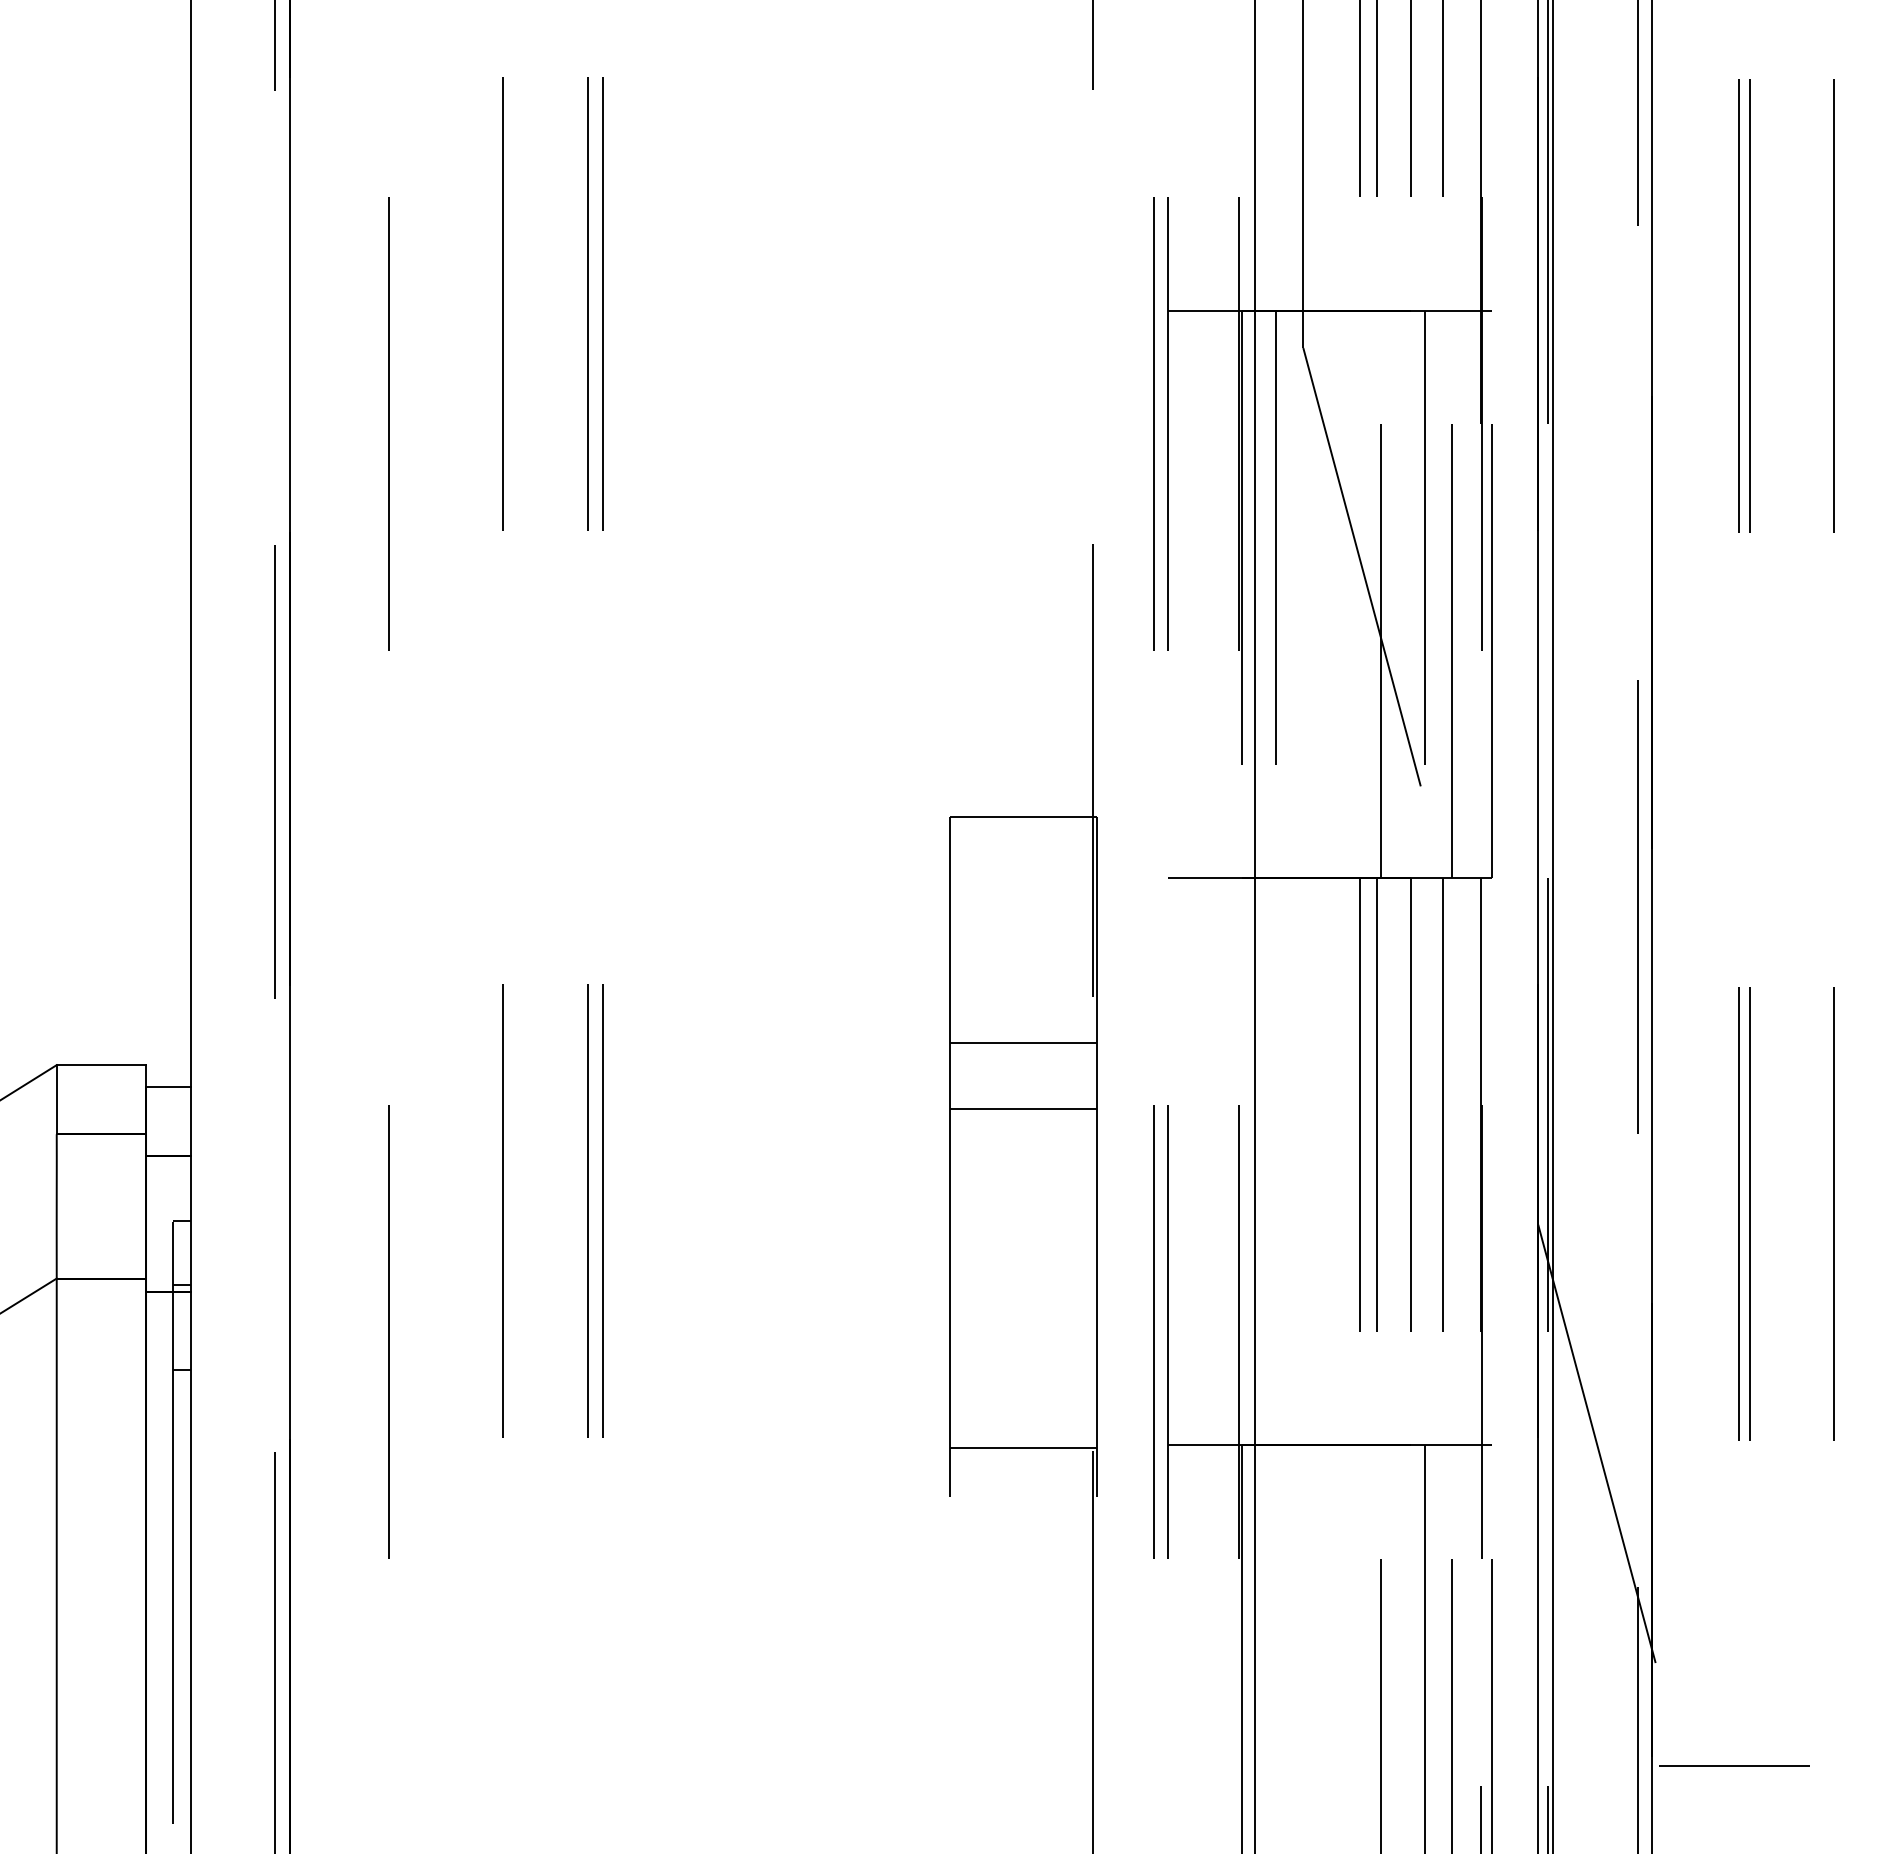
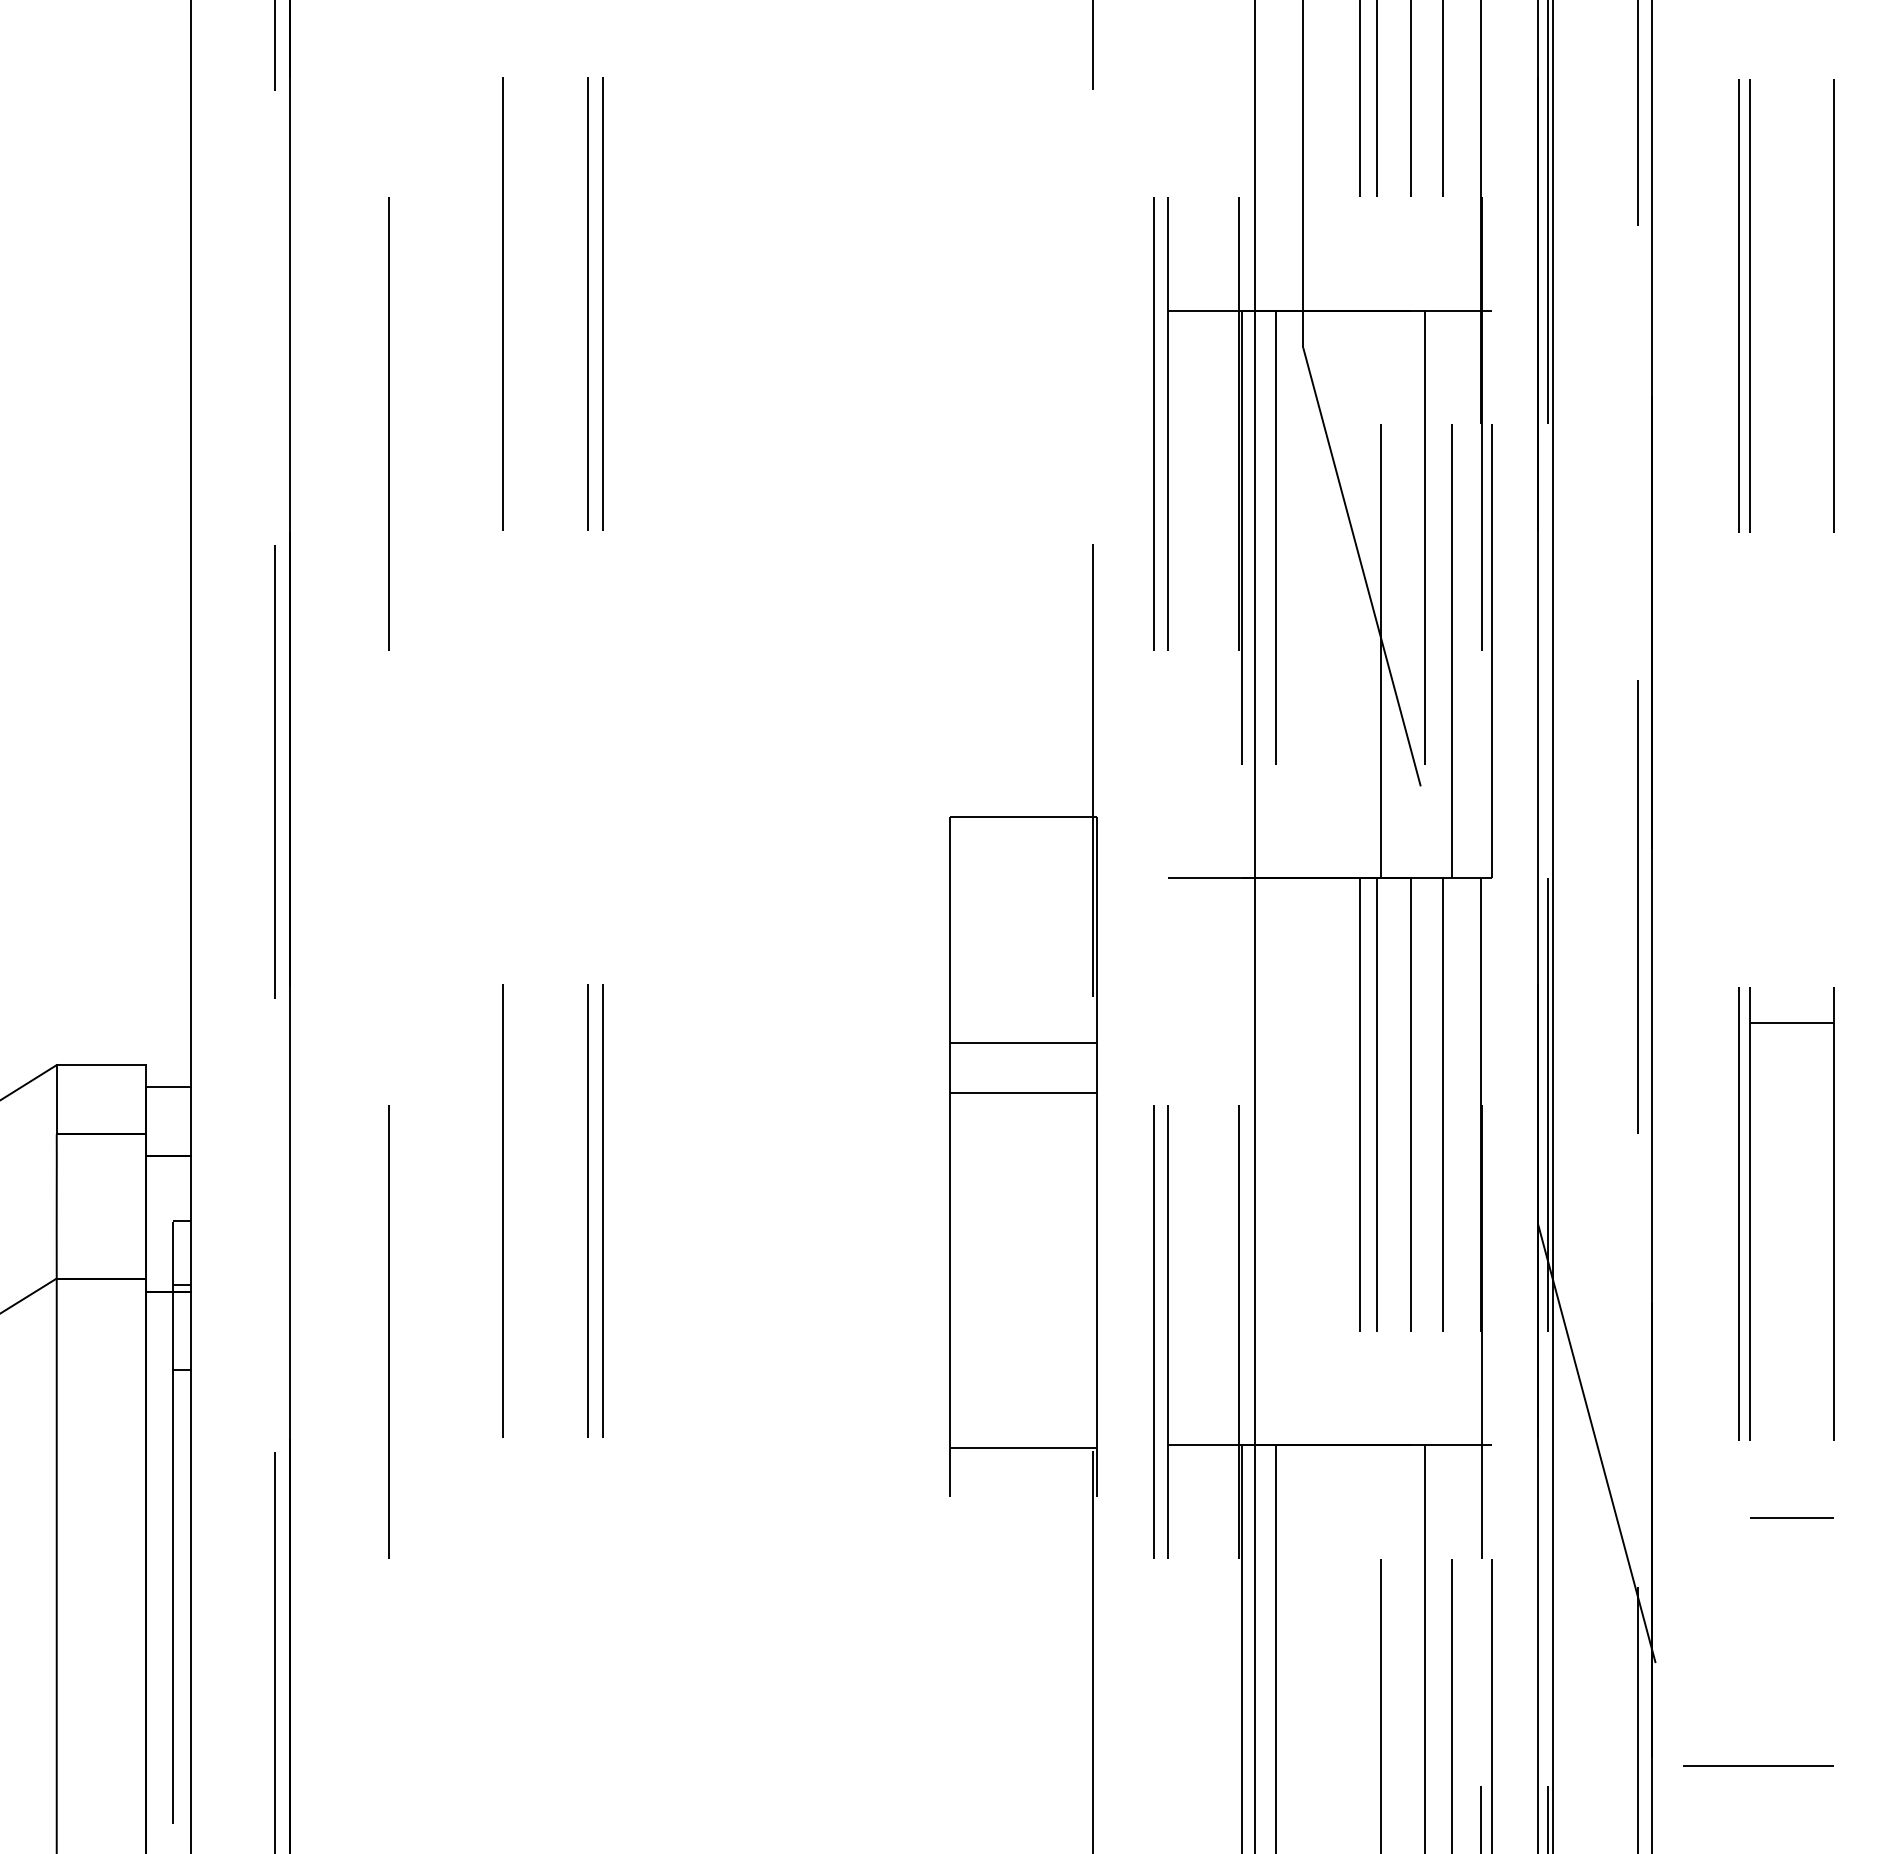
line at (1791, 1022): none -> present
line at (1023, 1109) position: (1023, 1109) -> (1023, 1093)
line at (1791, 1517): none -> present
line at (1276, 1647): none -> present
line at (1734, 1765) position: (1734, 1765) -> (1758, 1765)
